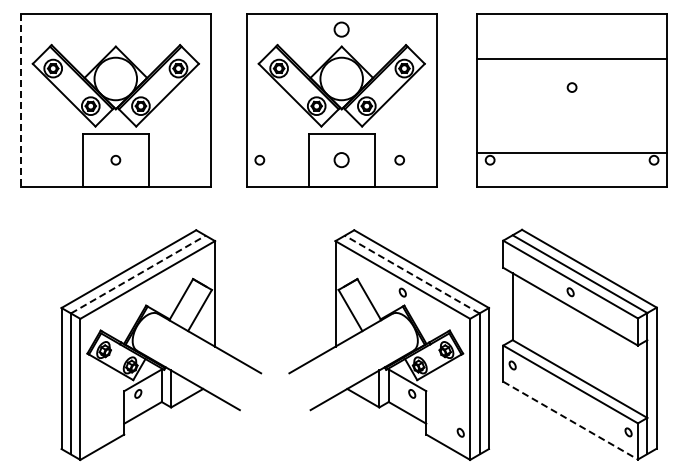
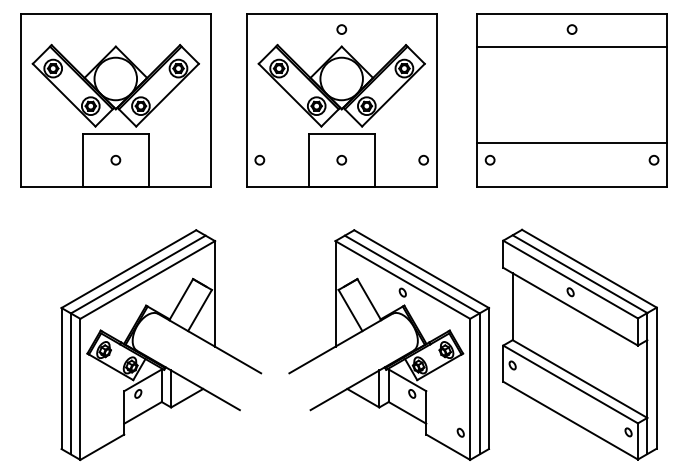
circle at (341, 29) size: 17x17 px -> 12x11 px
line at (571, 59) position: (571, 59) -> (571, 47)
circle at (571, 87) position: (571, 87) -> (571, 29)
line at (20, 100): dashed -> solid
line at (571, 152) position: (571, 152) -> (571, 142)
circle at (341, 160) size: 17x17 px -> 12x11 px
circle at (399, 160) position: (399, 160) -> (423, 160)
line at (138, 274): dashed -> solid
line at (412, 274): dashed -> solid
line at (570, 420): dashed -> solid
